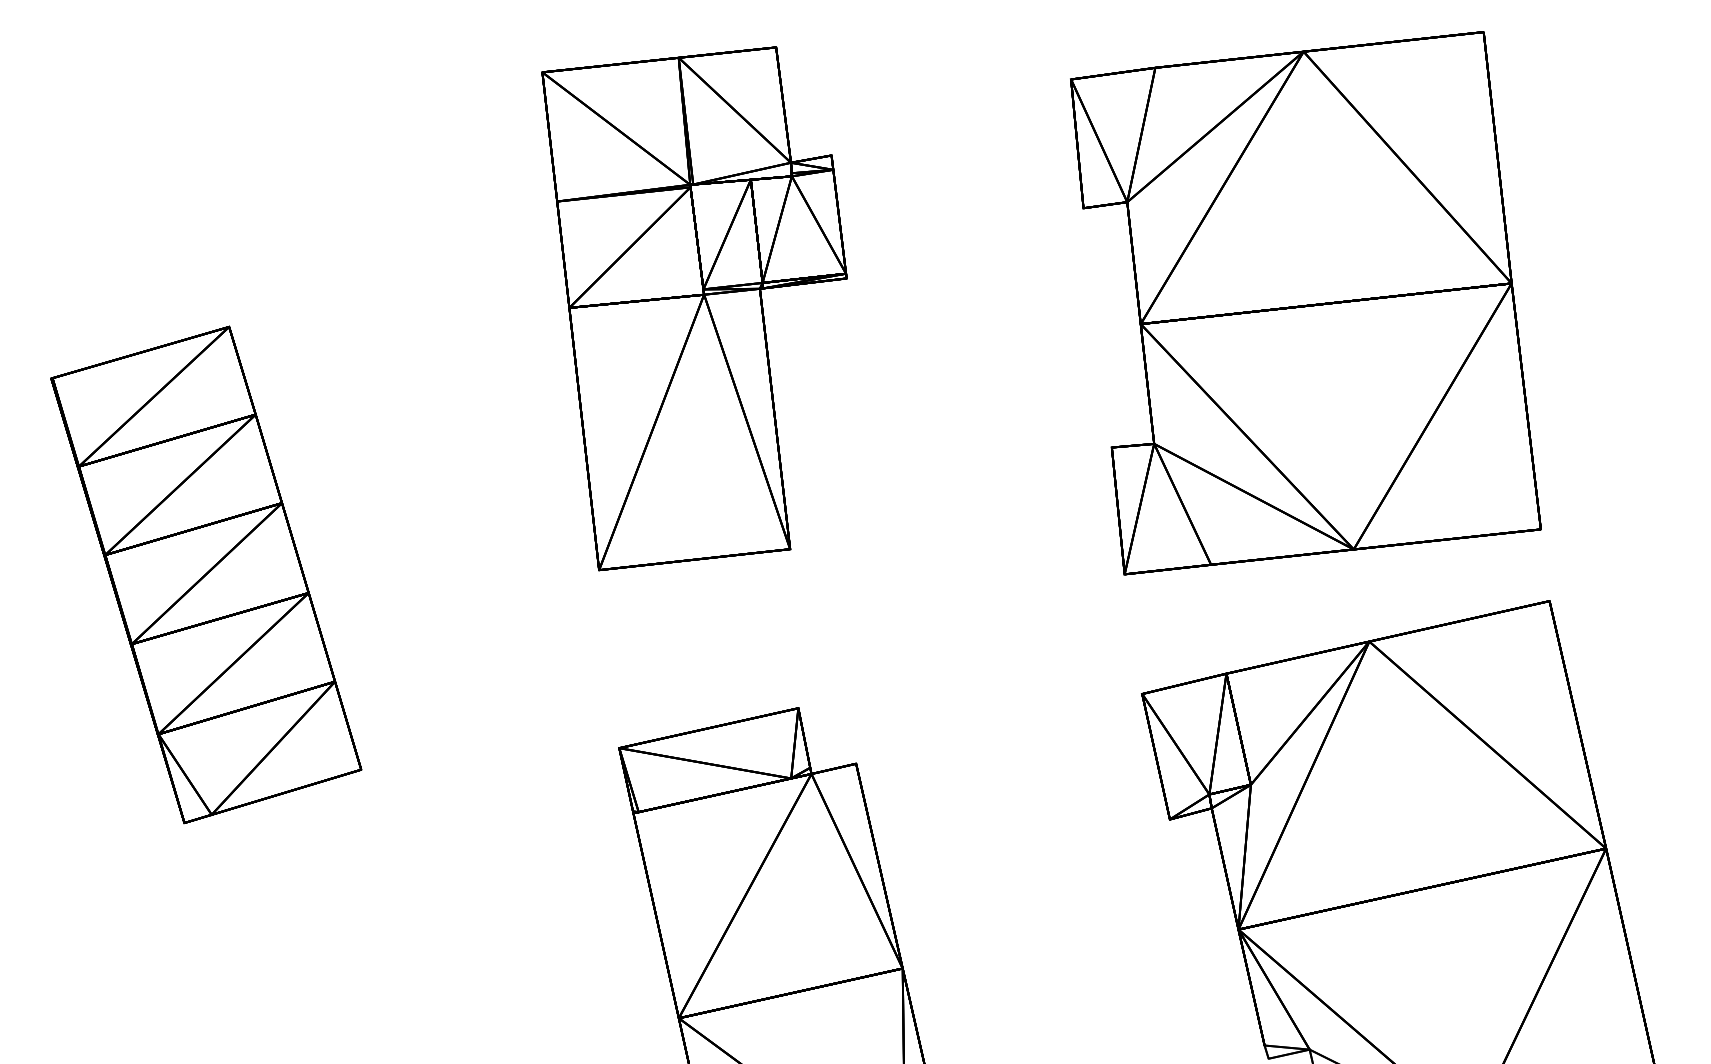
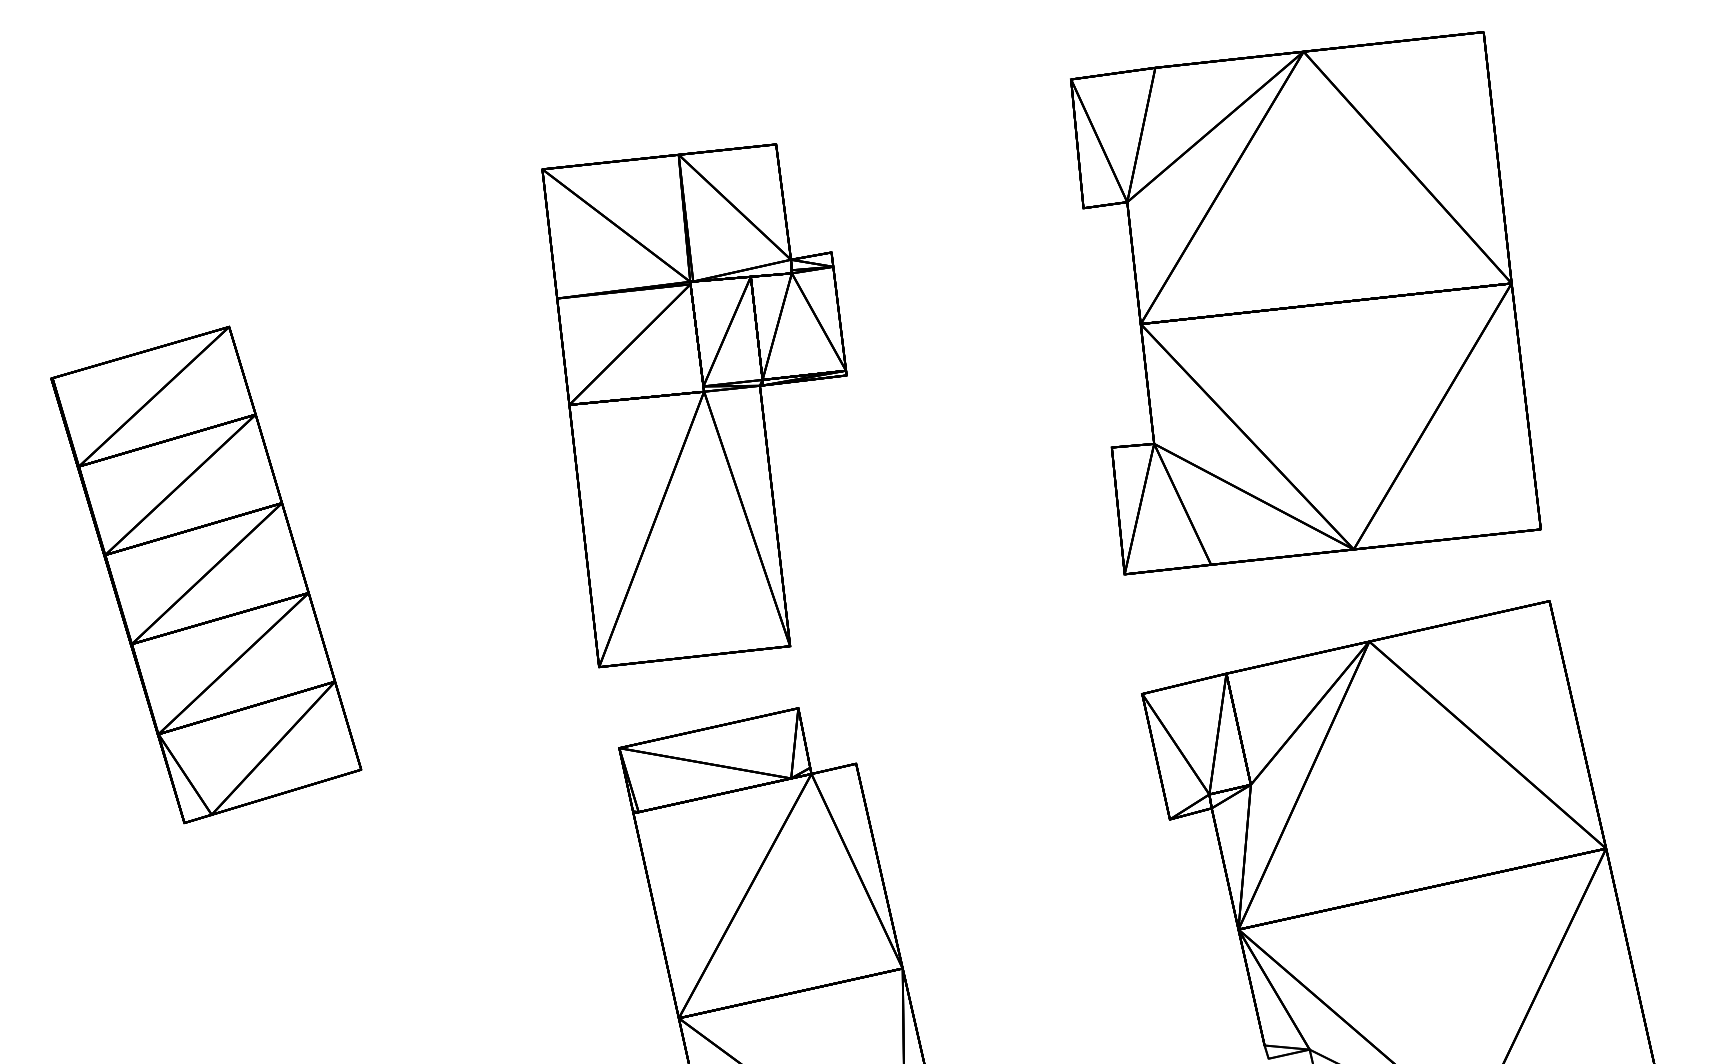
part at (694, 308) position: (694, 308) -> (694, 405)
